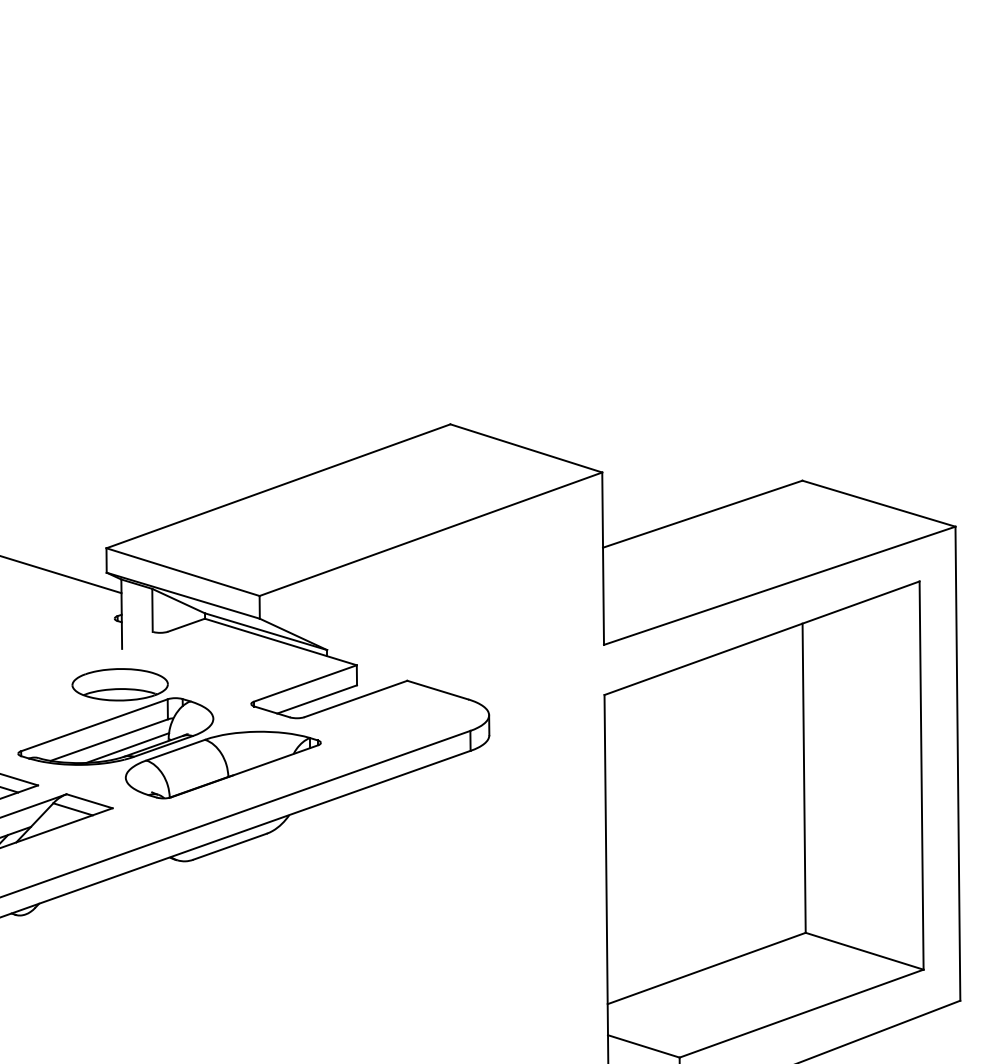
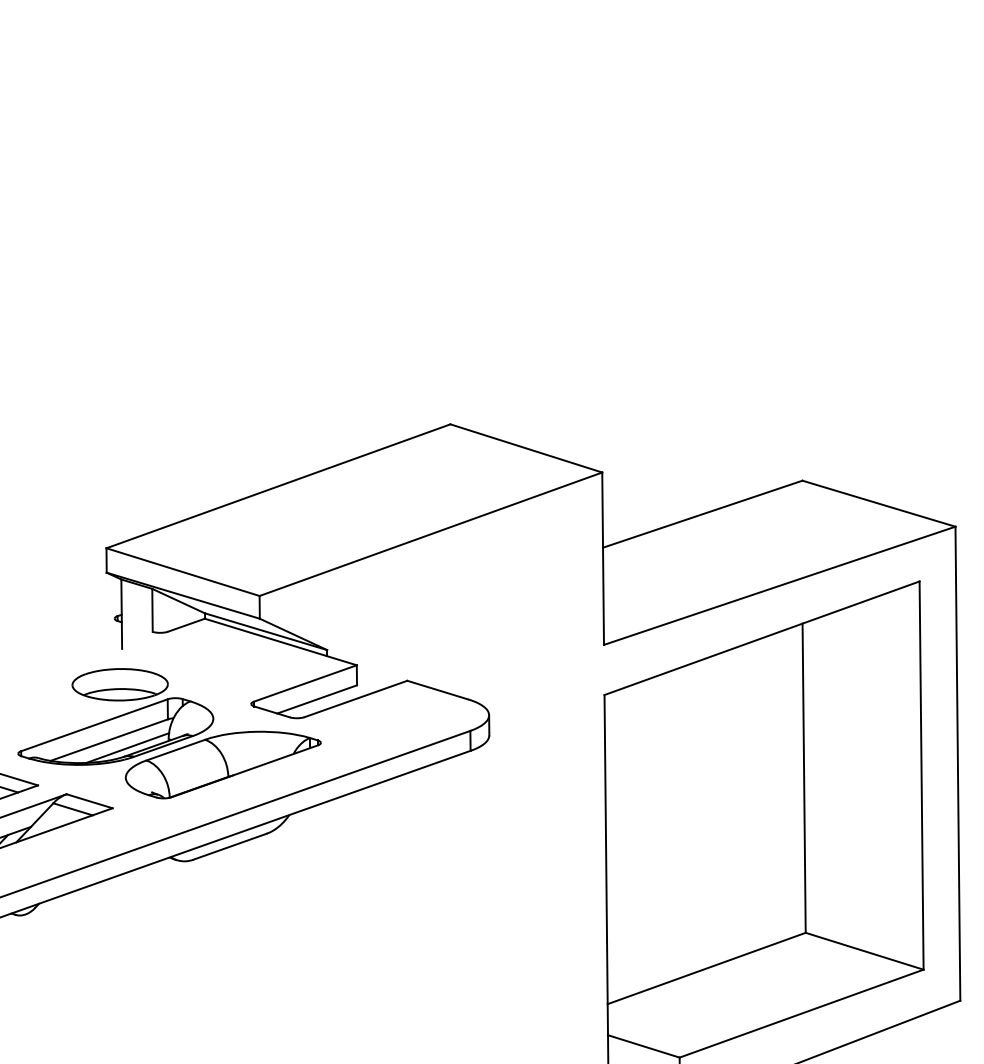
line at (61, 574): present -> none
